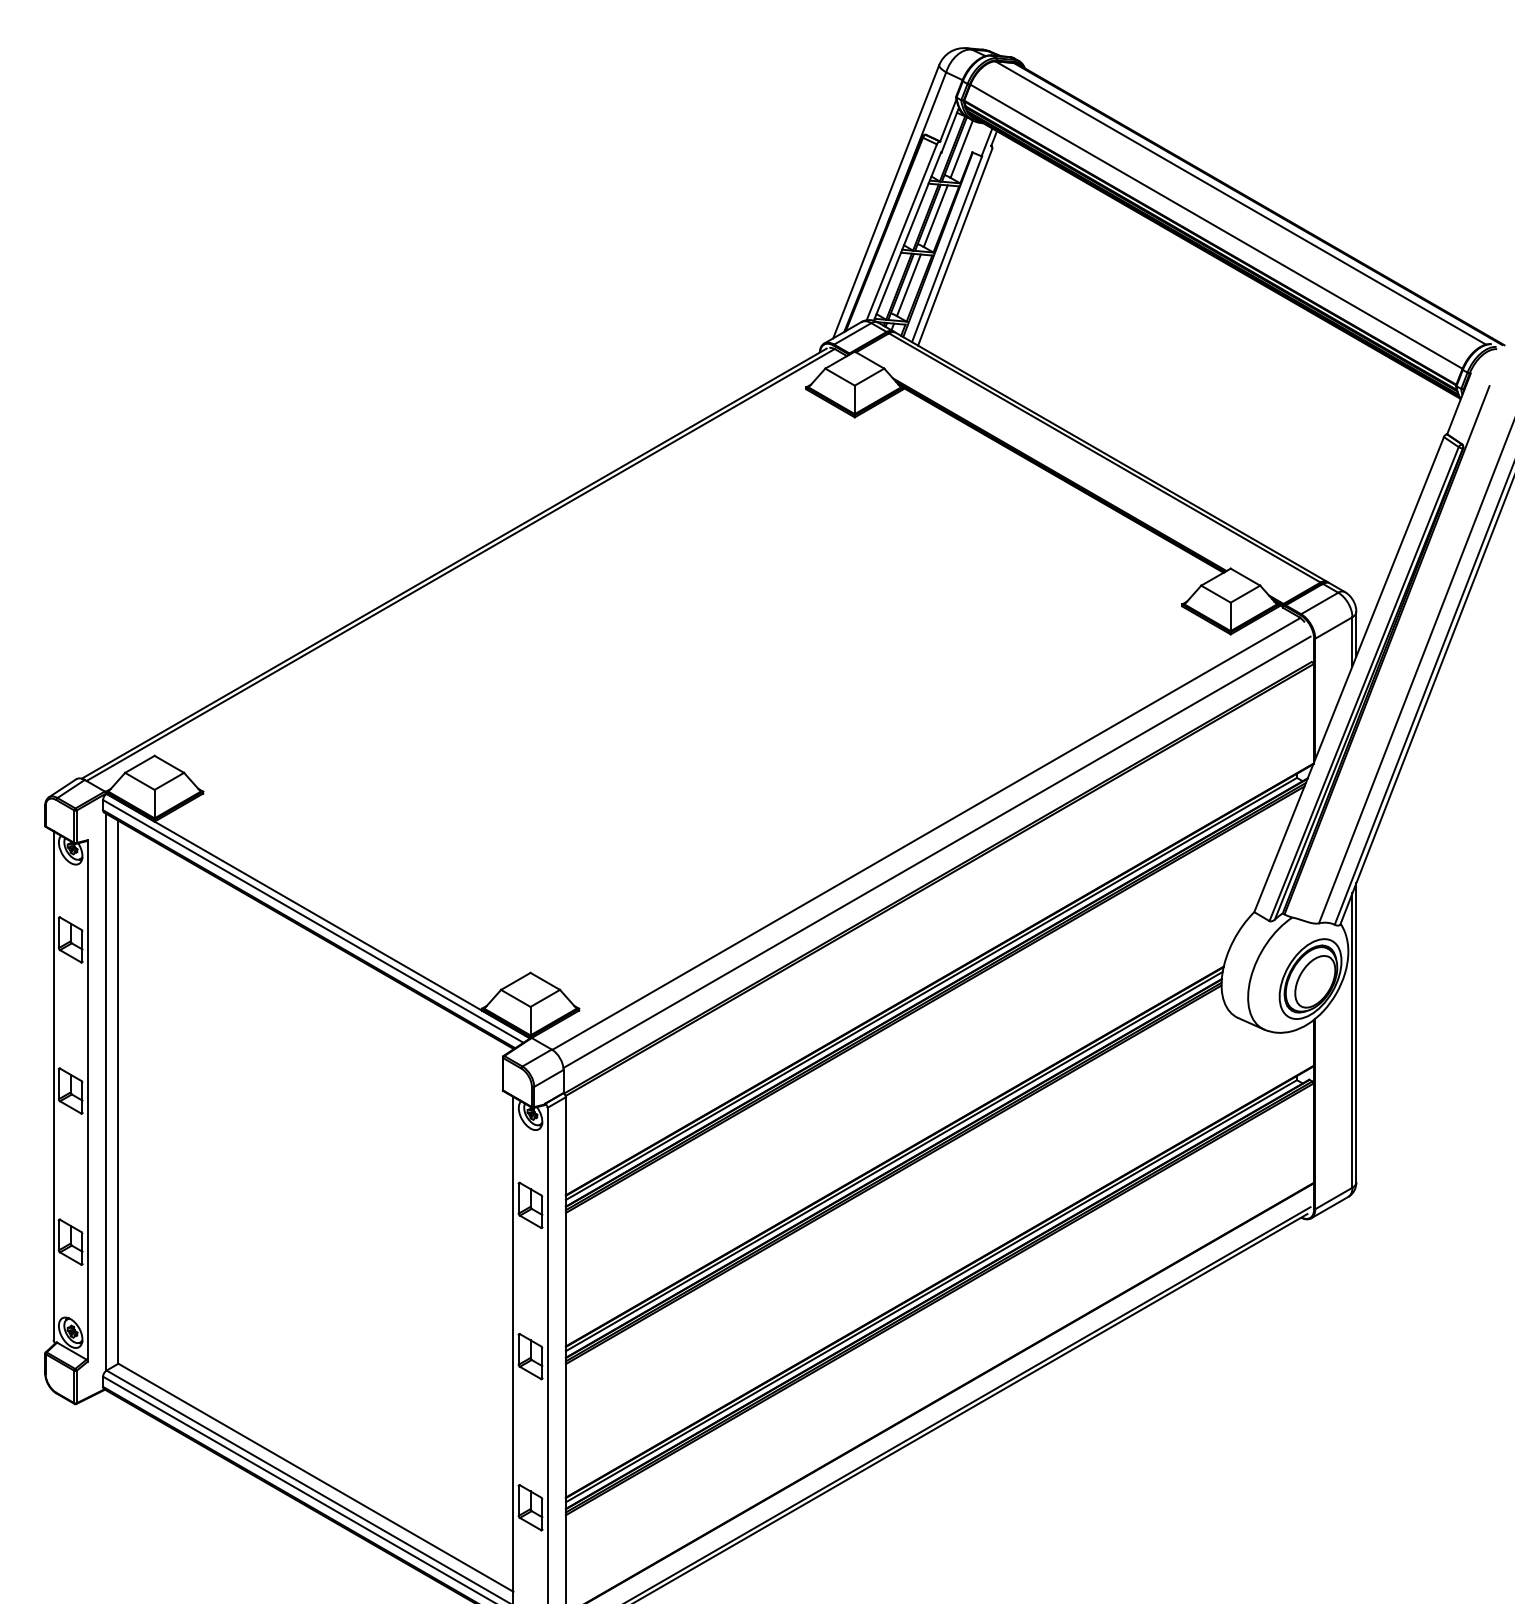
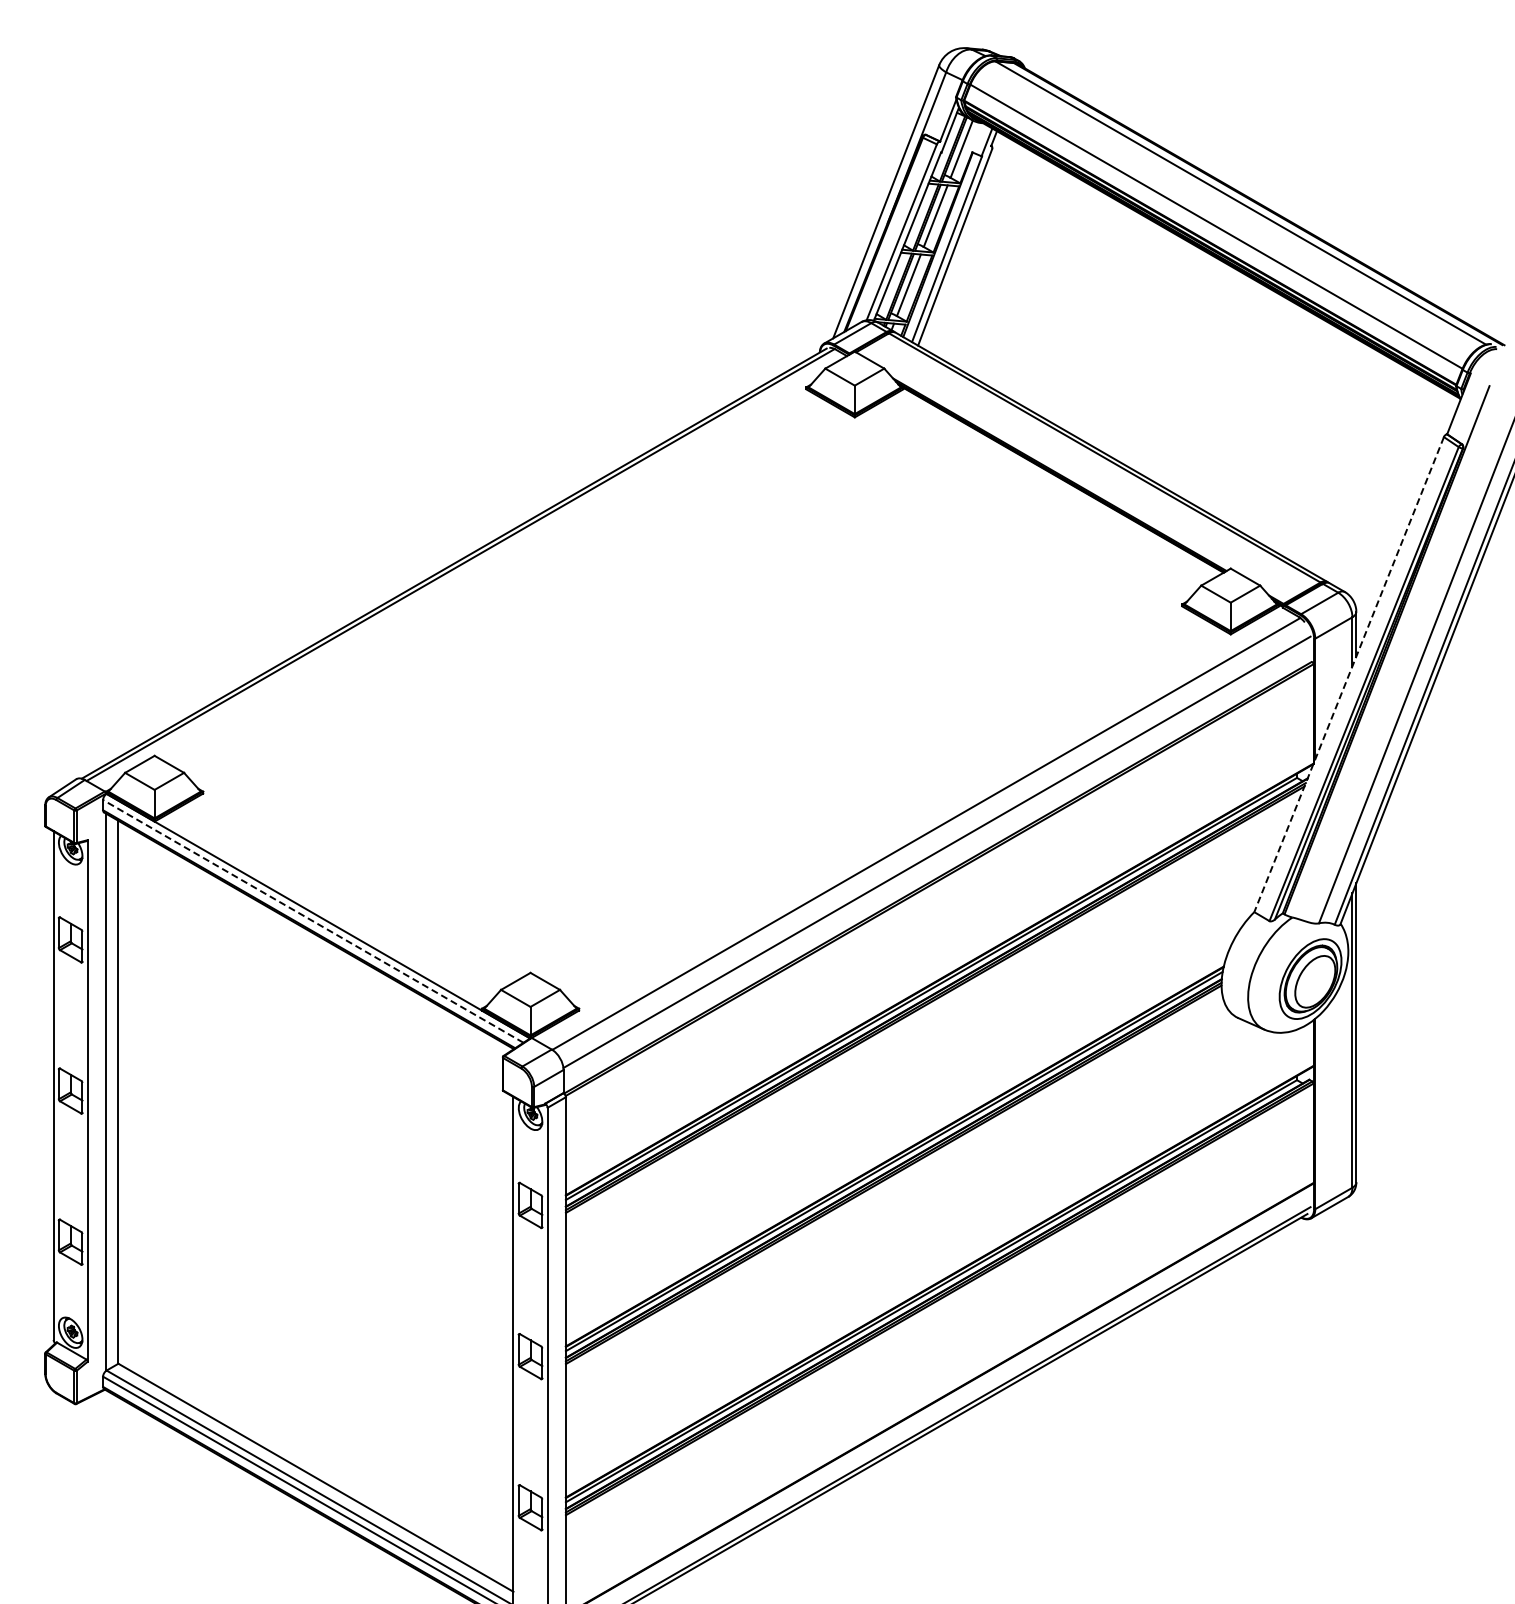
line at (1349, 674): solid -> dashed
line at (313, 921): solid -> dashed
